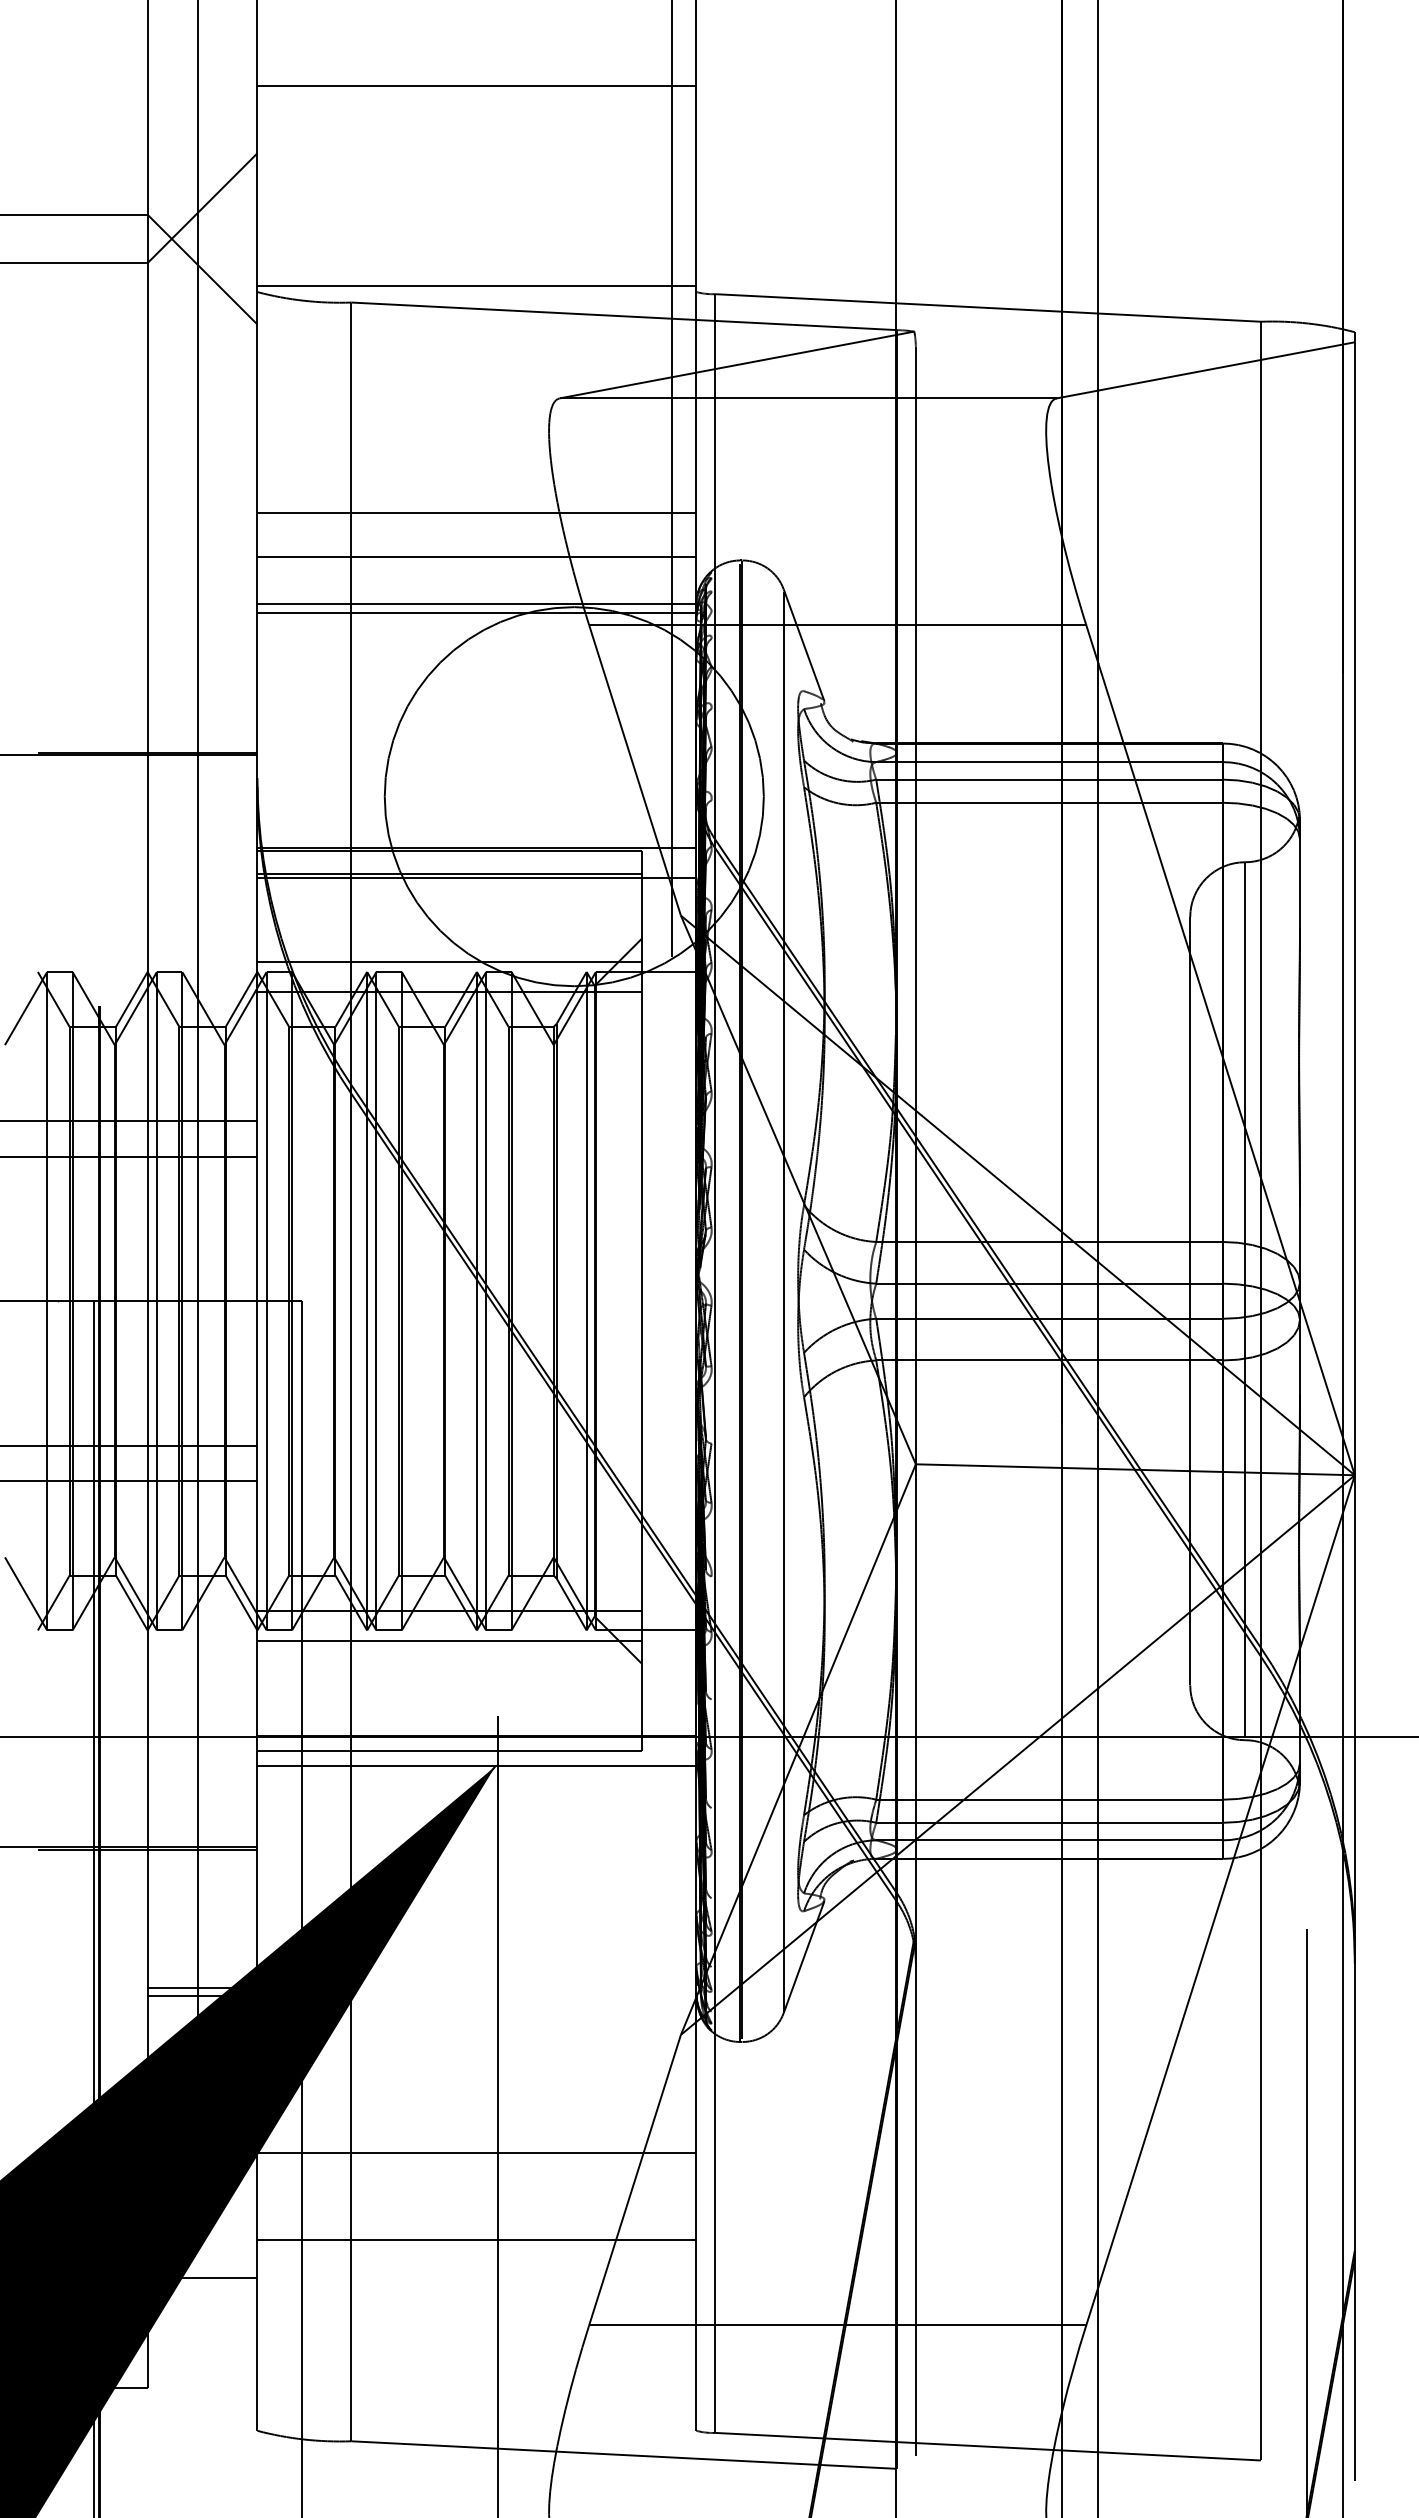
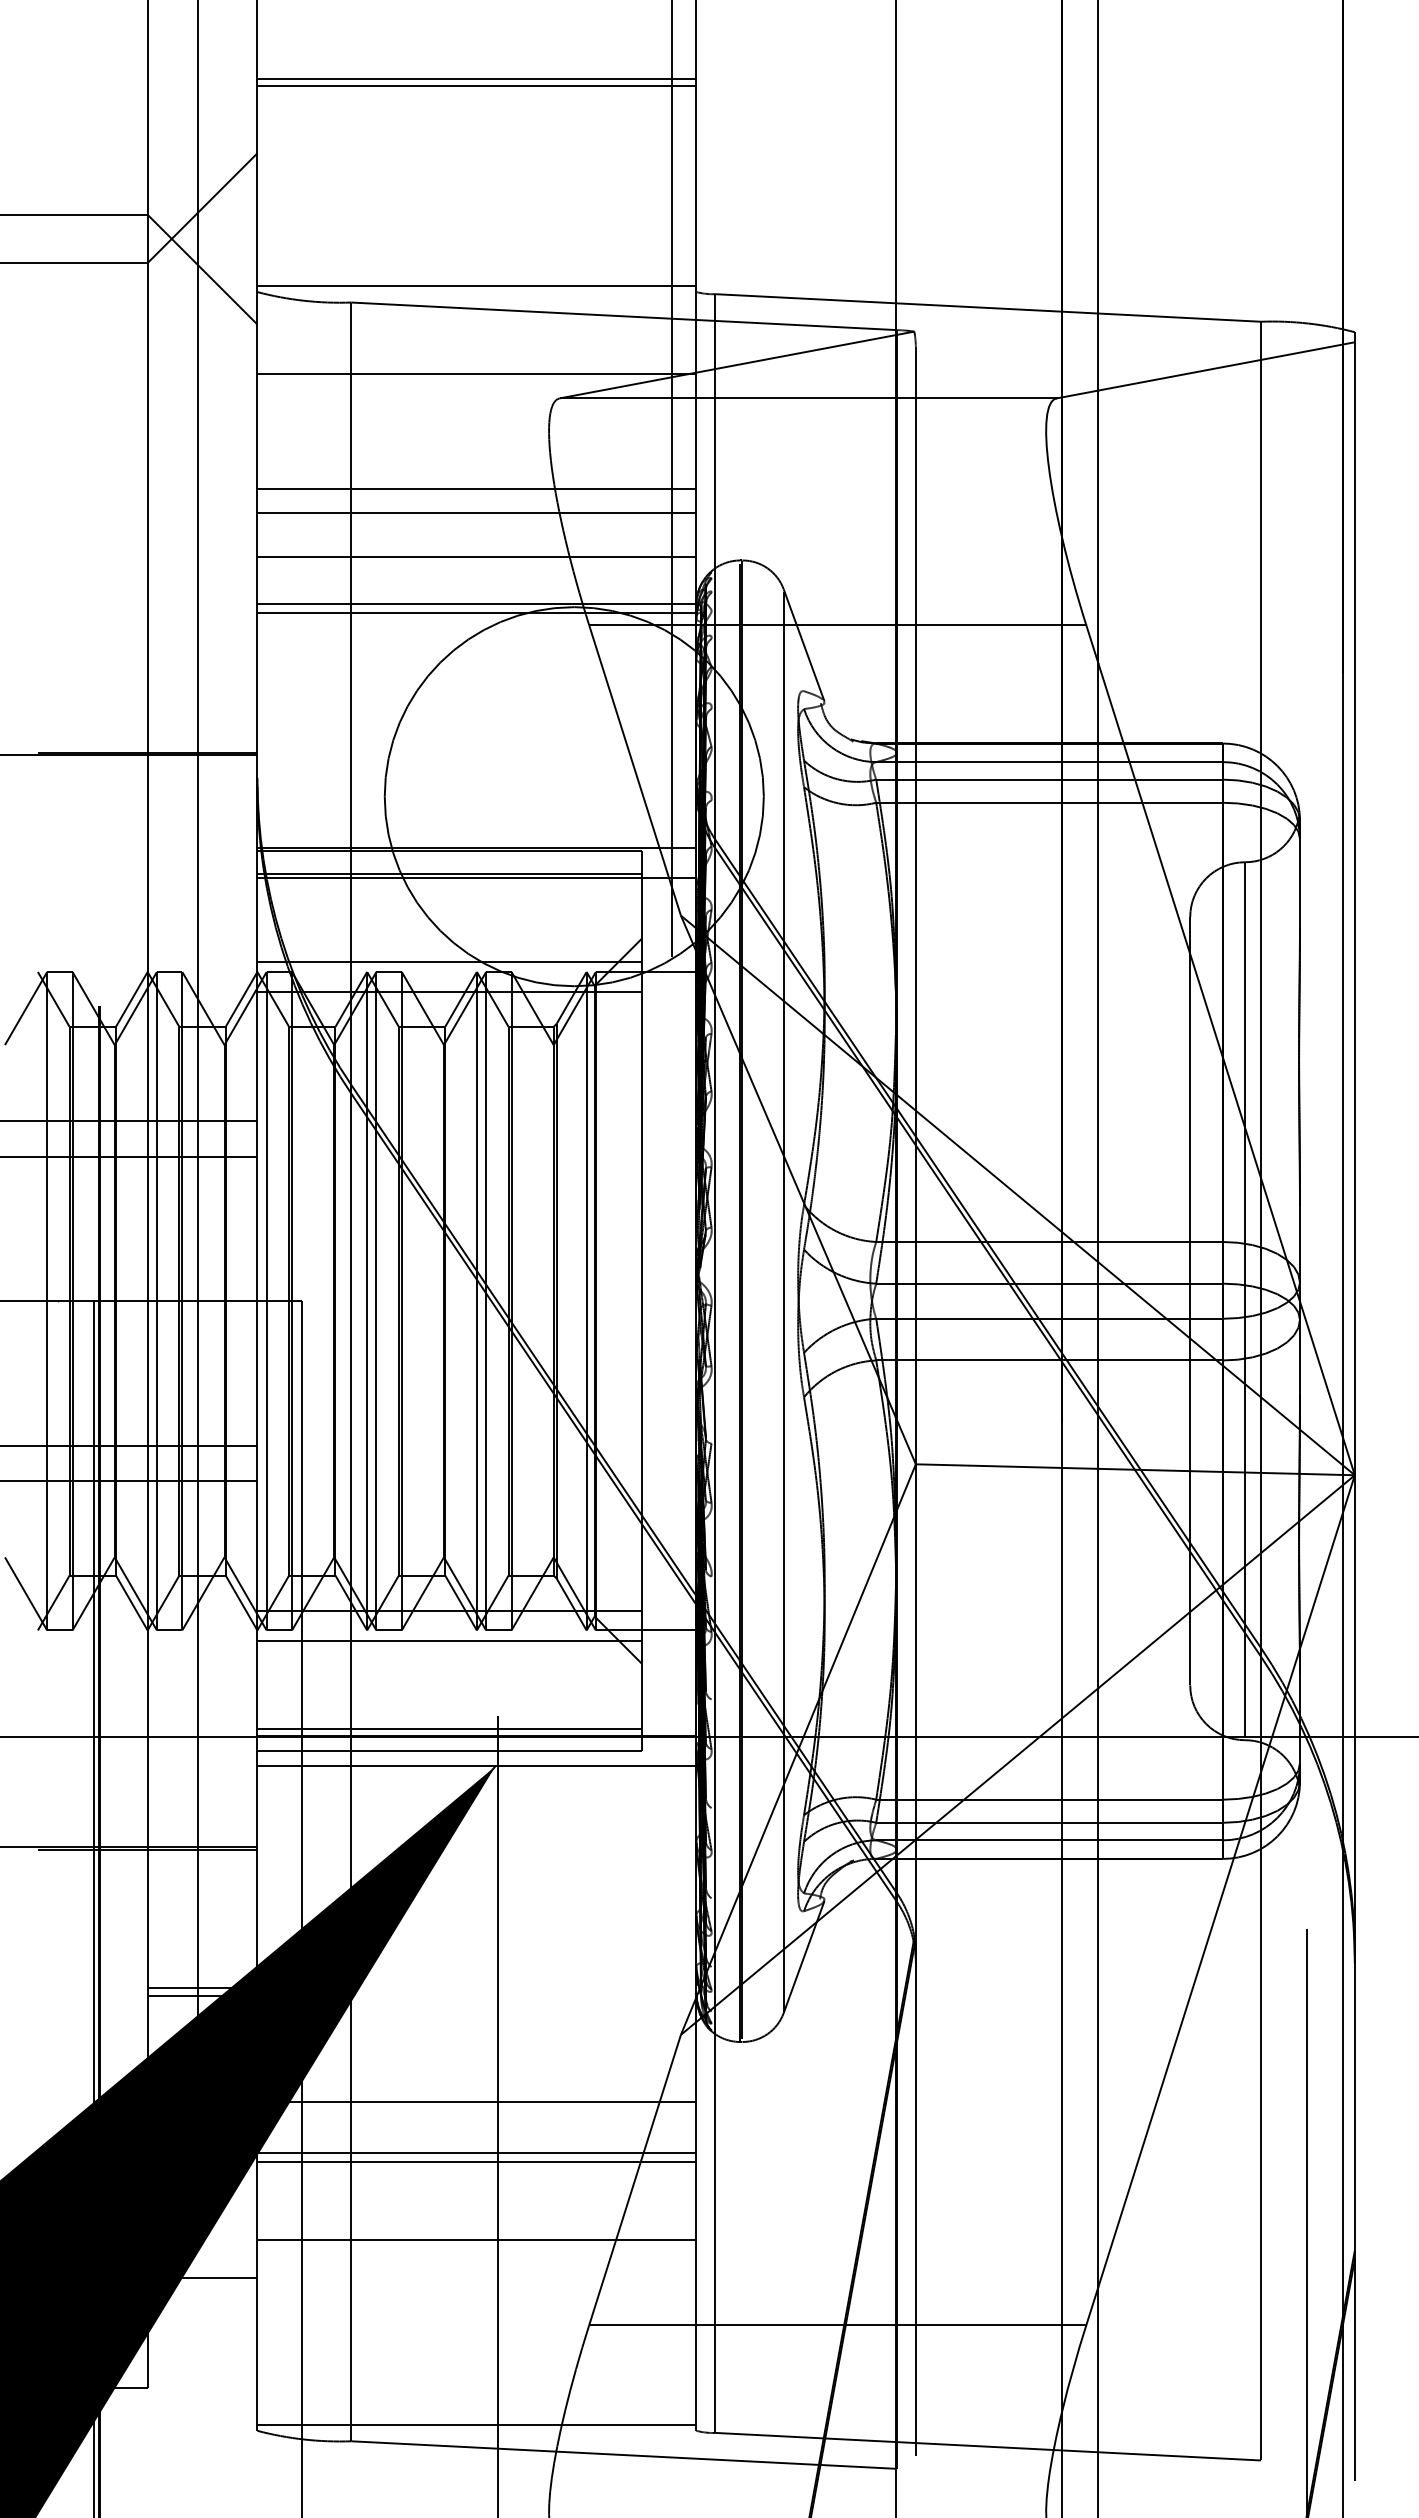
line at (476, 79): none -> present
line at (476, 374): none -> present
line at (476, 489): none -> present
line at (449, 1728): none -> present
line at (476, 2102): none -> present
line at (476, 2161): none -> present
line at (476, 2424): none -> present
